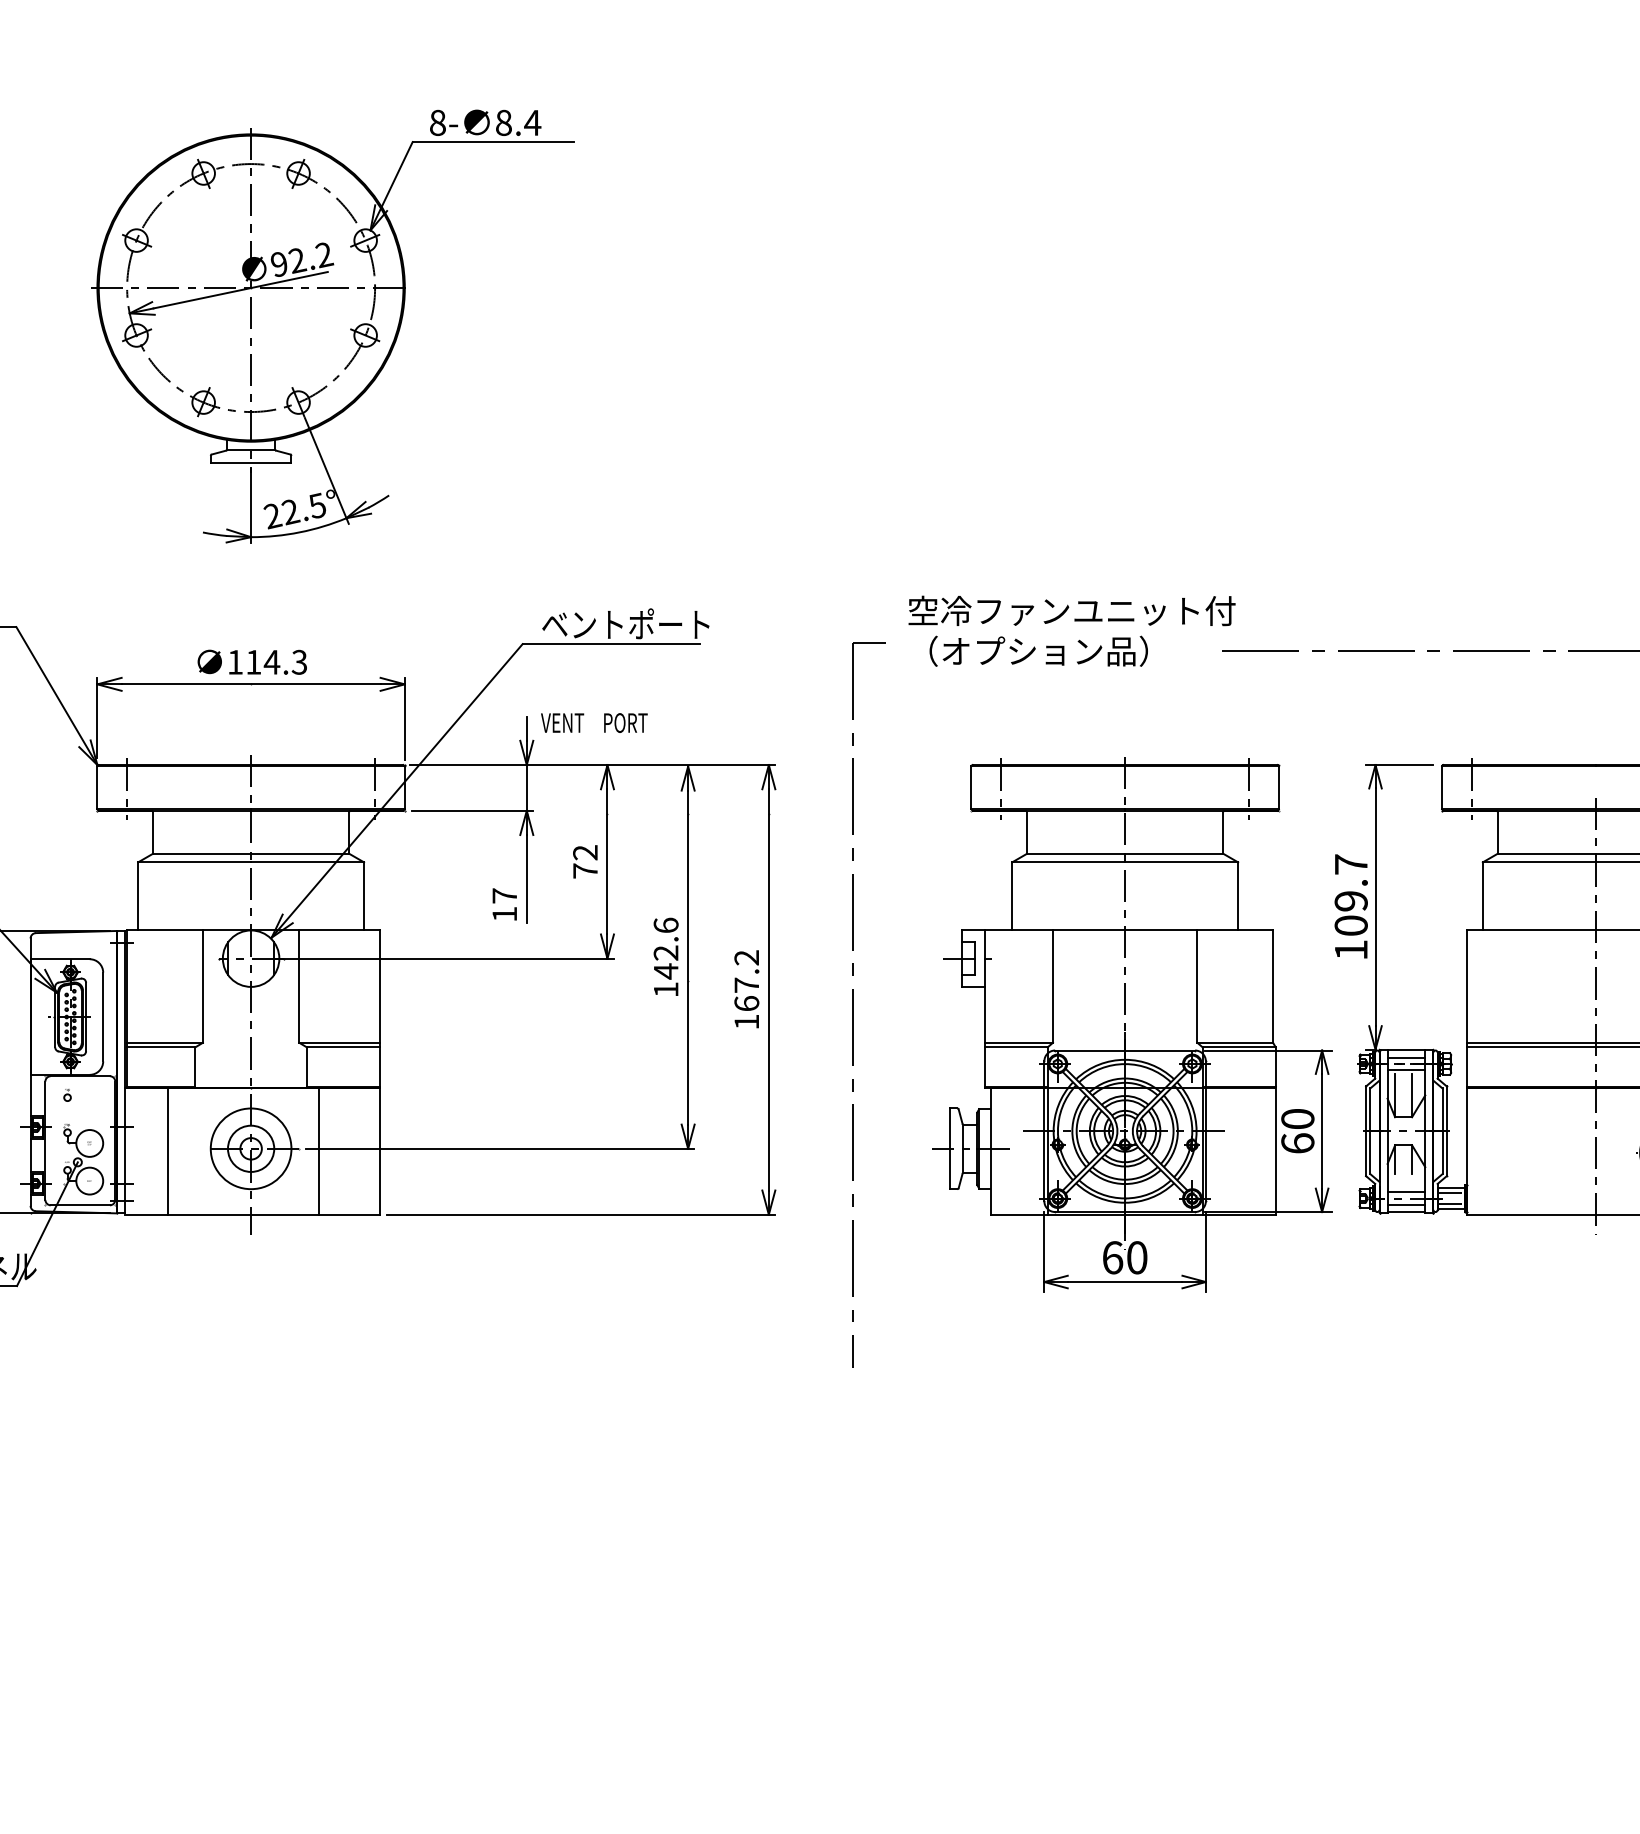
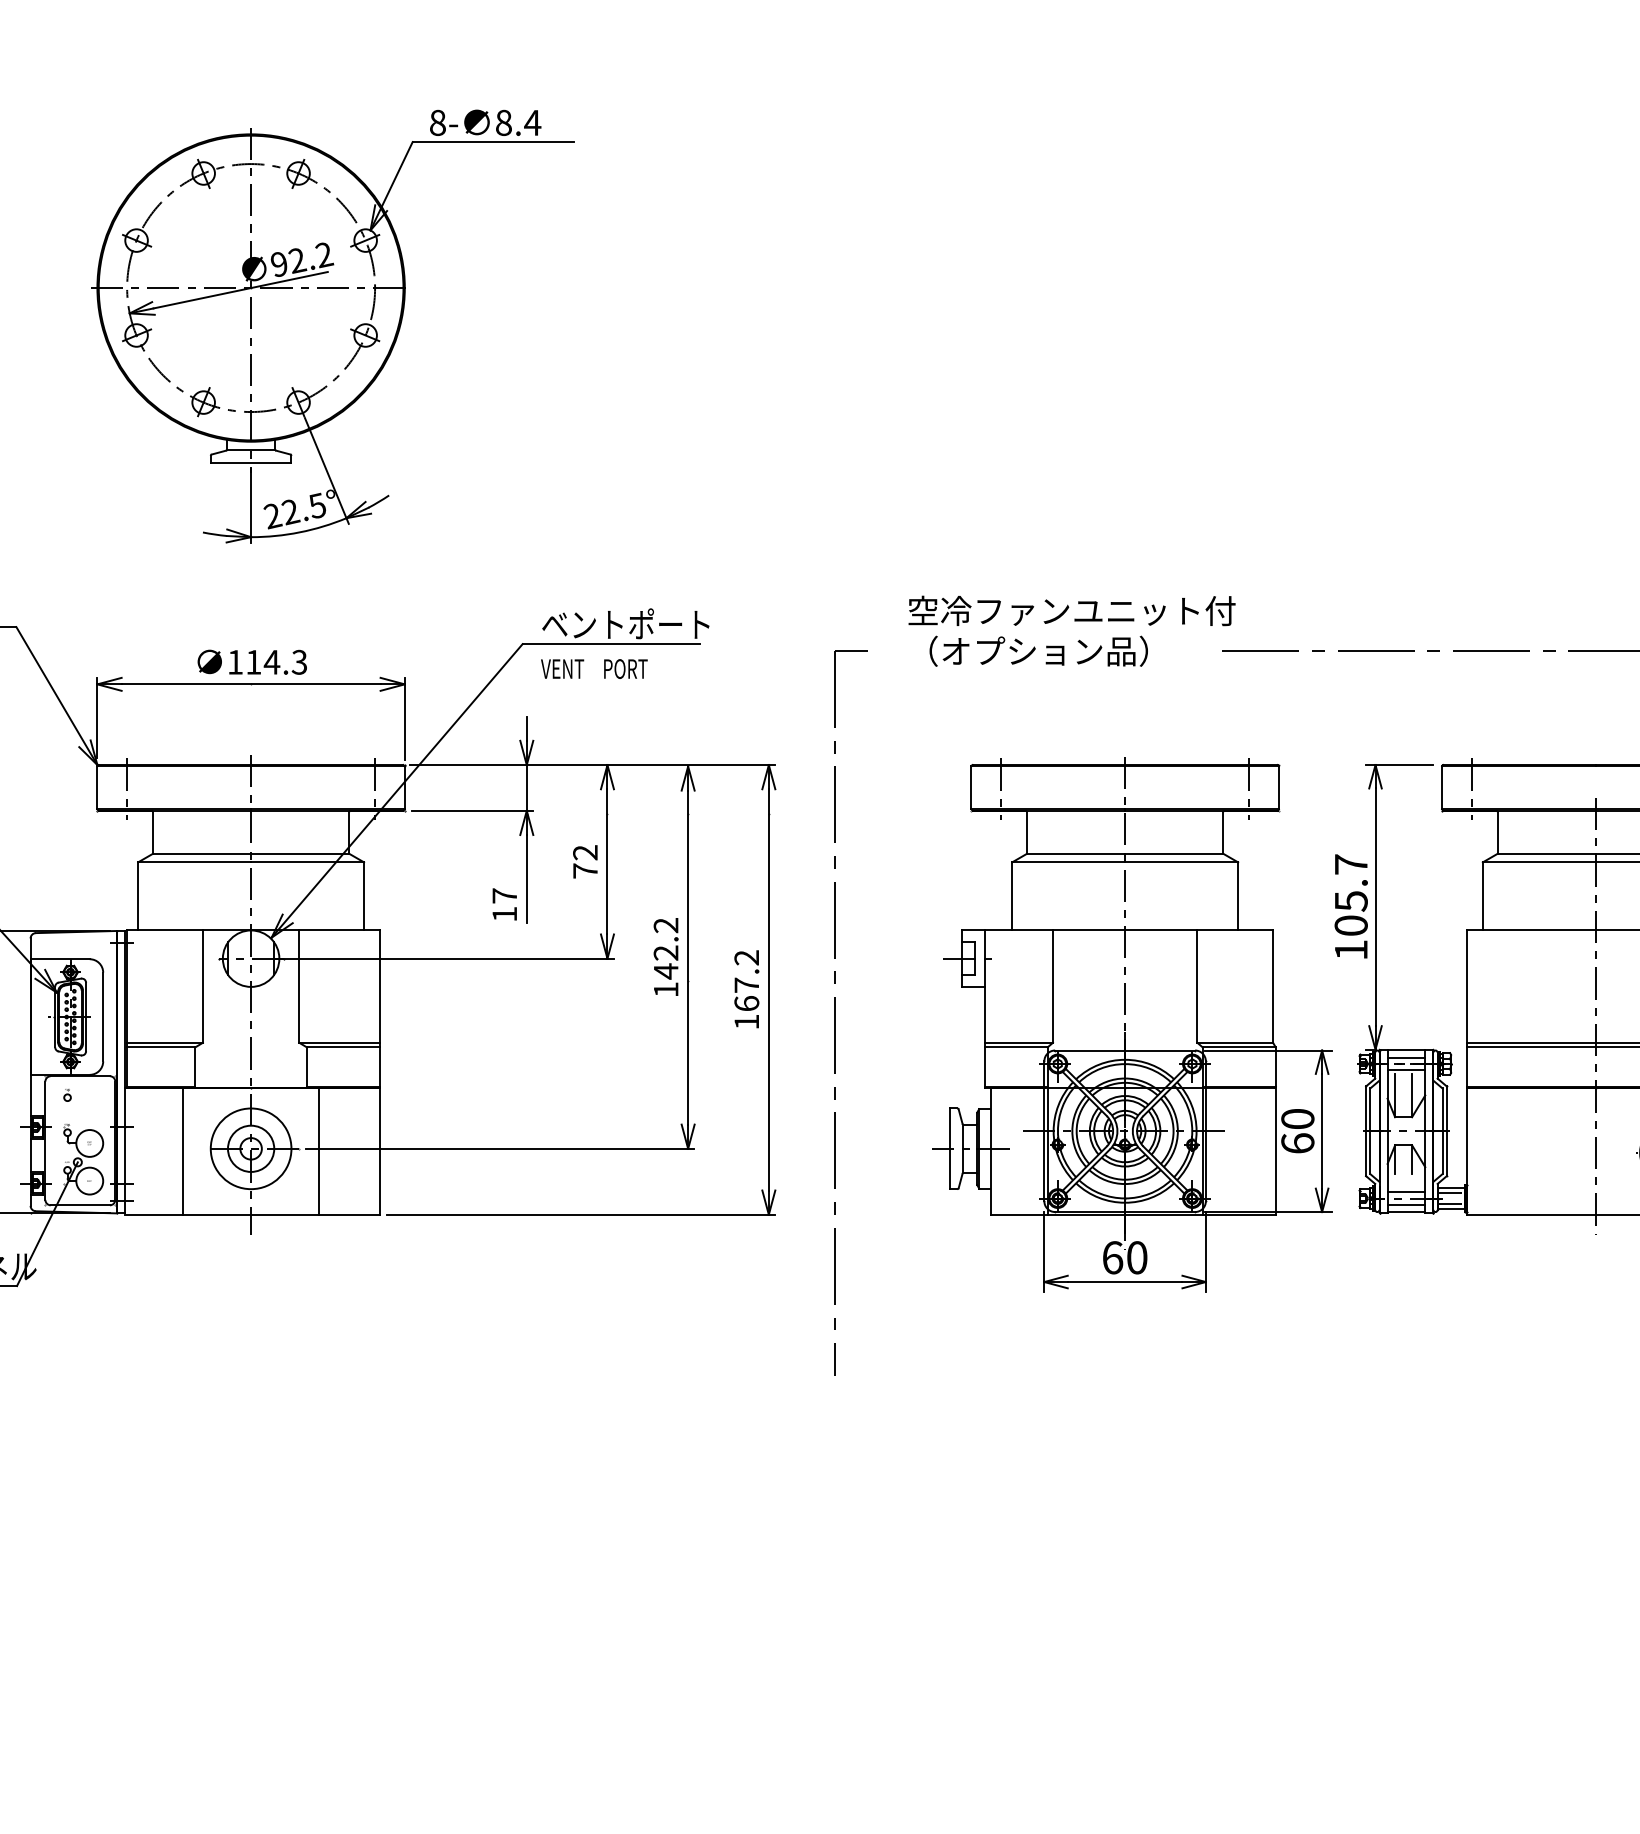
text at (594, 722) position: (594, 722) -> (594, 668)
text at (1350, 901): 109.7 -> 105.7
text at (665, 925): 142.6 -> 142.2
part at (853, 1004) position: (853, 1004) -> (835, 1012)
line at (168, 1150) position: (168, 1150) -> (183, 1150)
